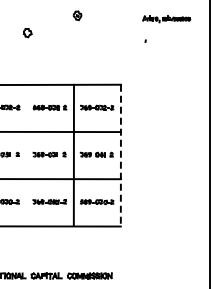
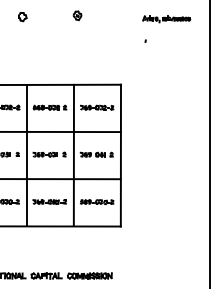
part at (27, 33) position: (27, 33) -> (22, 17)
line at (26, 155): none -> present
line at (120, 155): dashed -> solid
